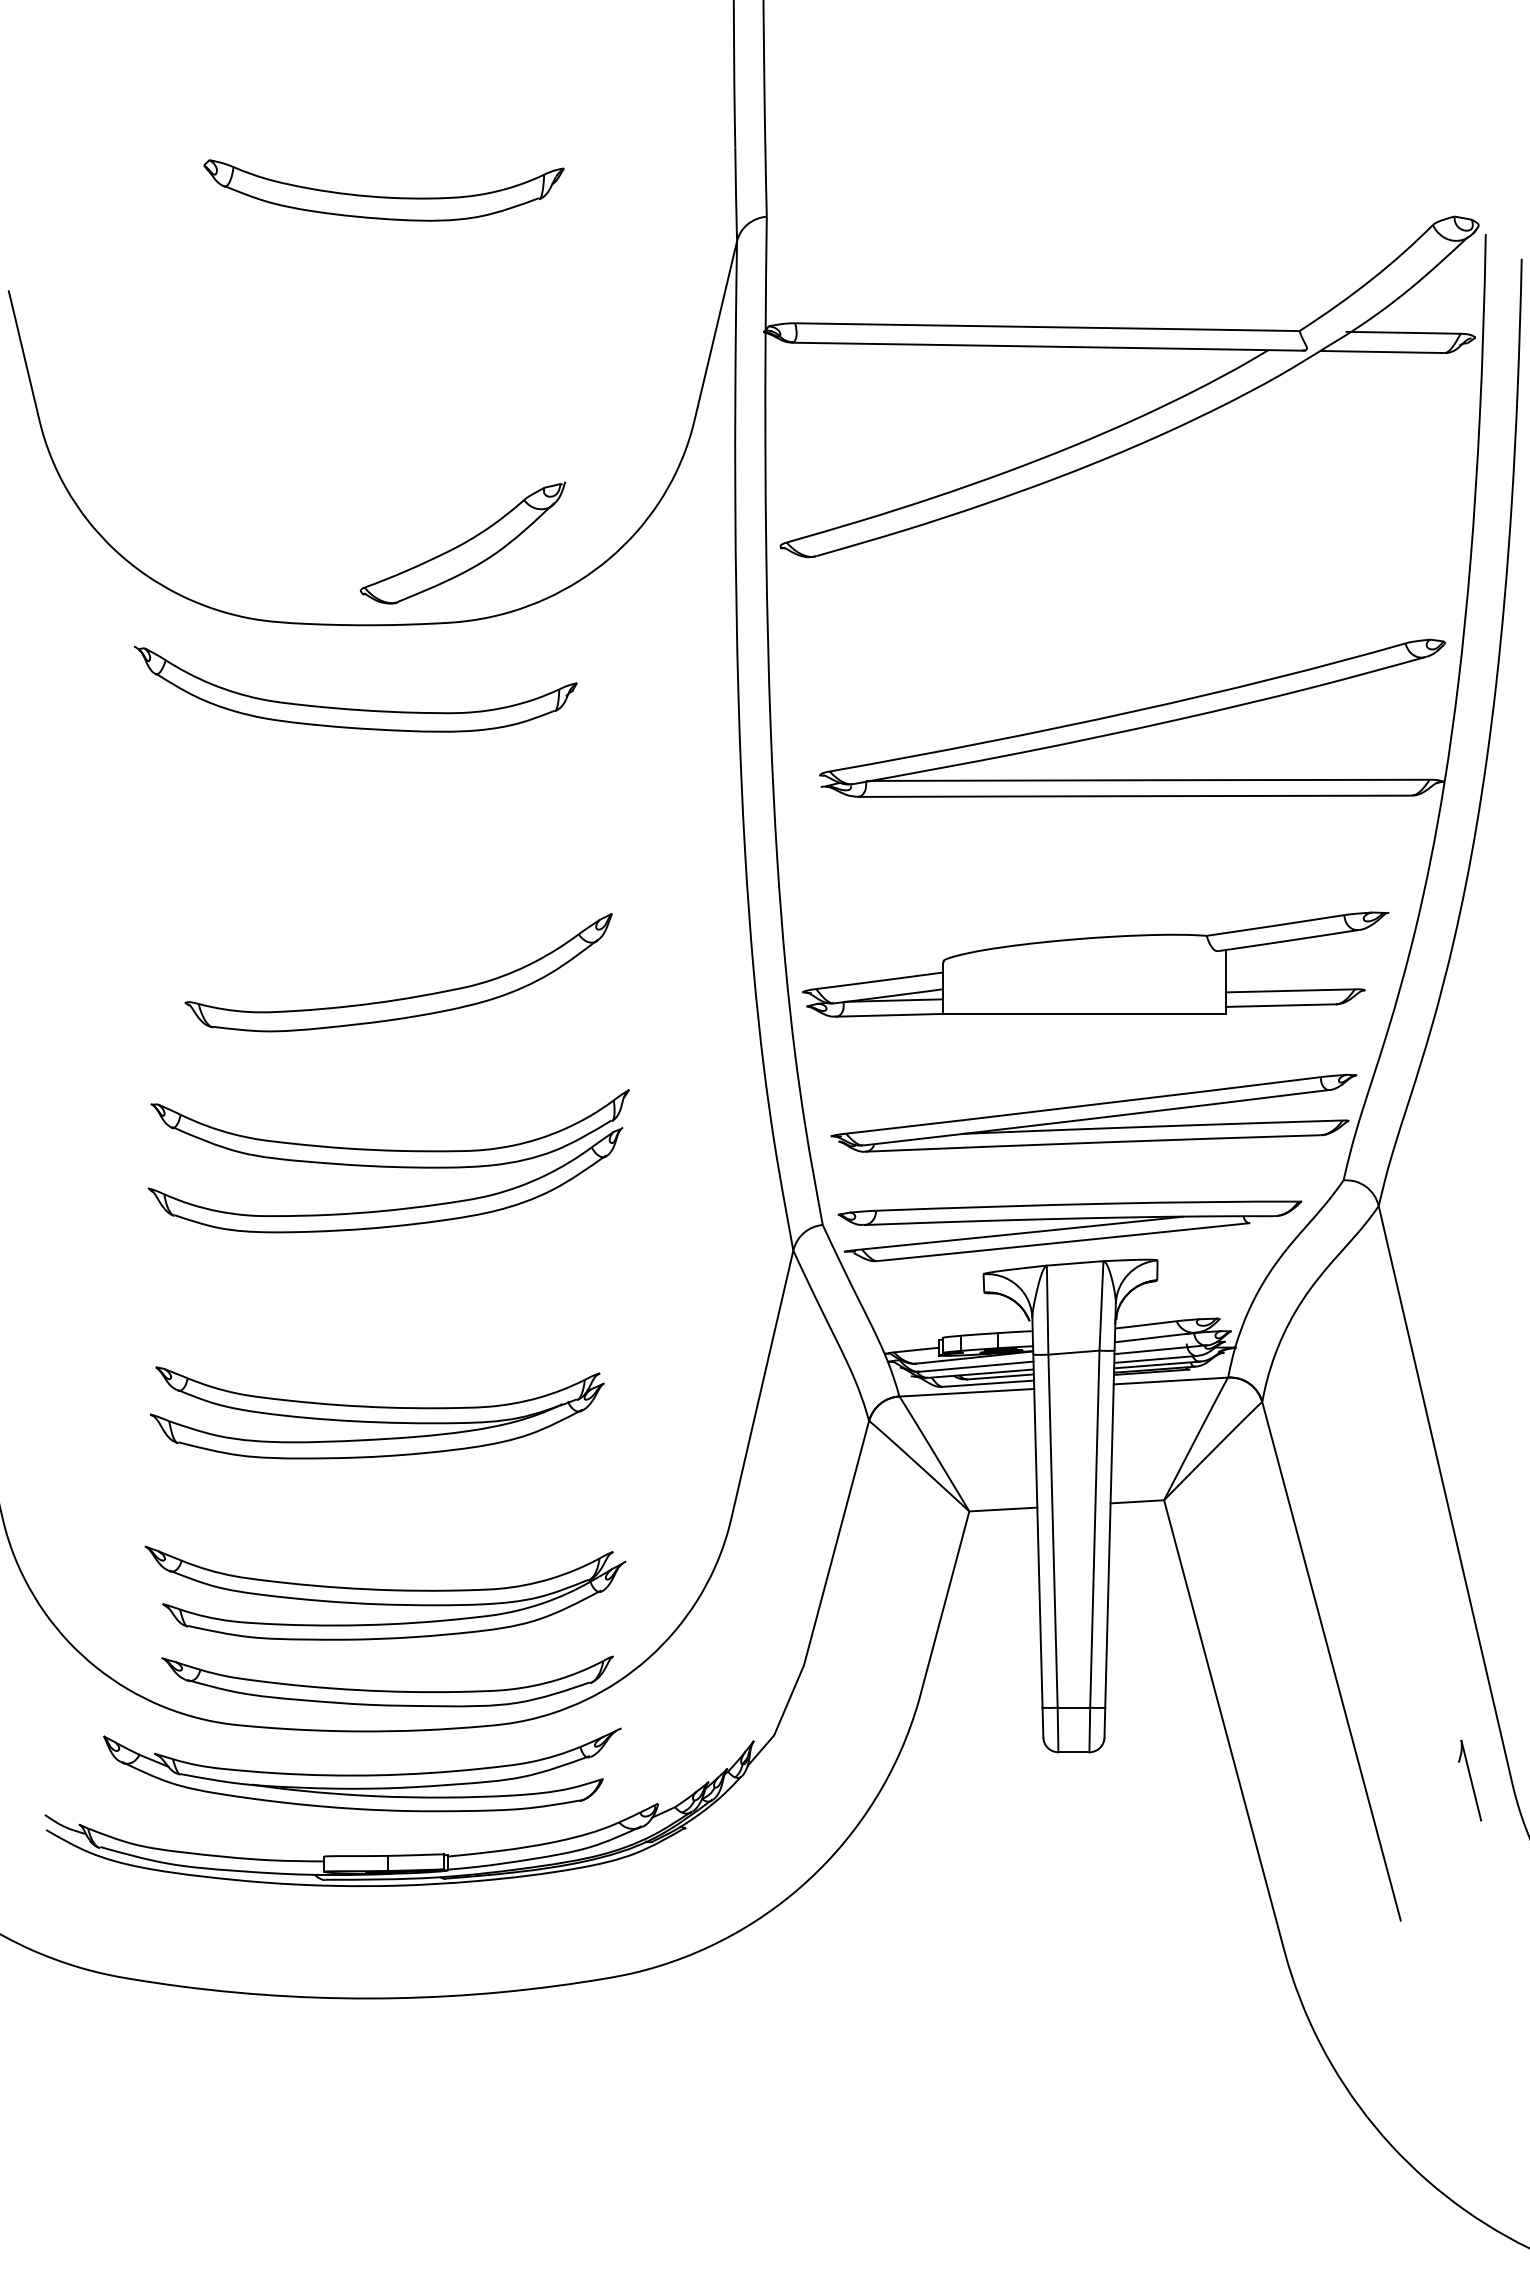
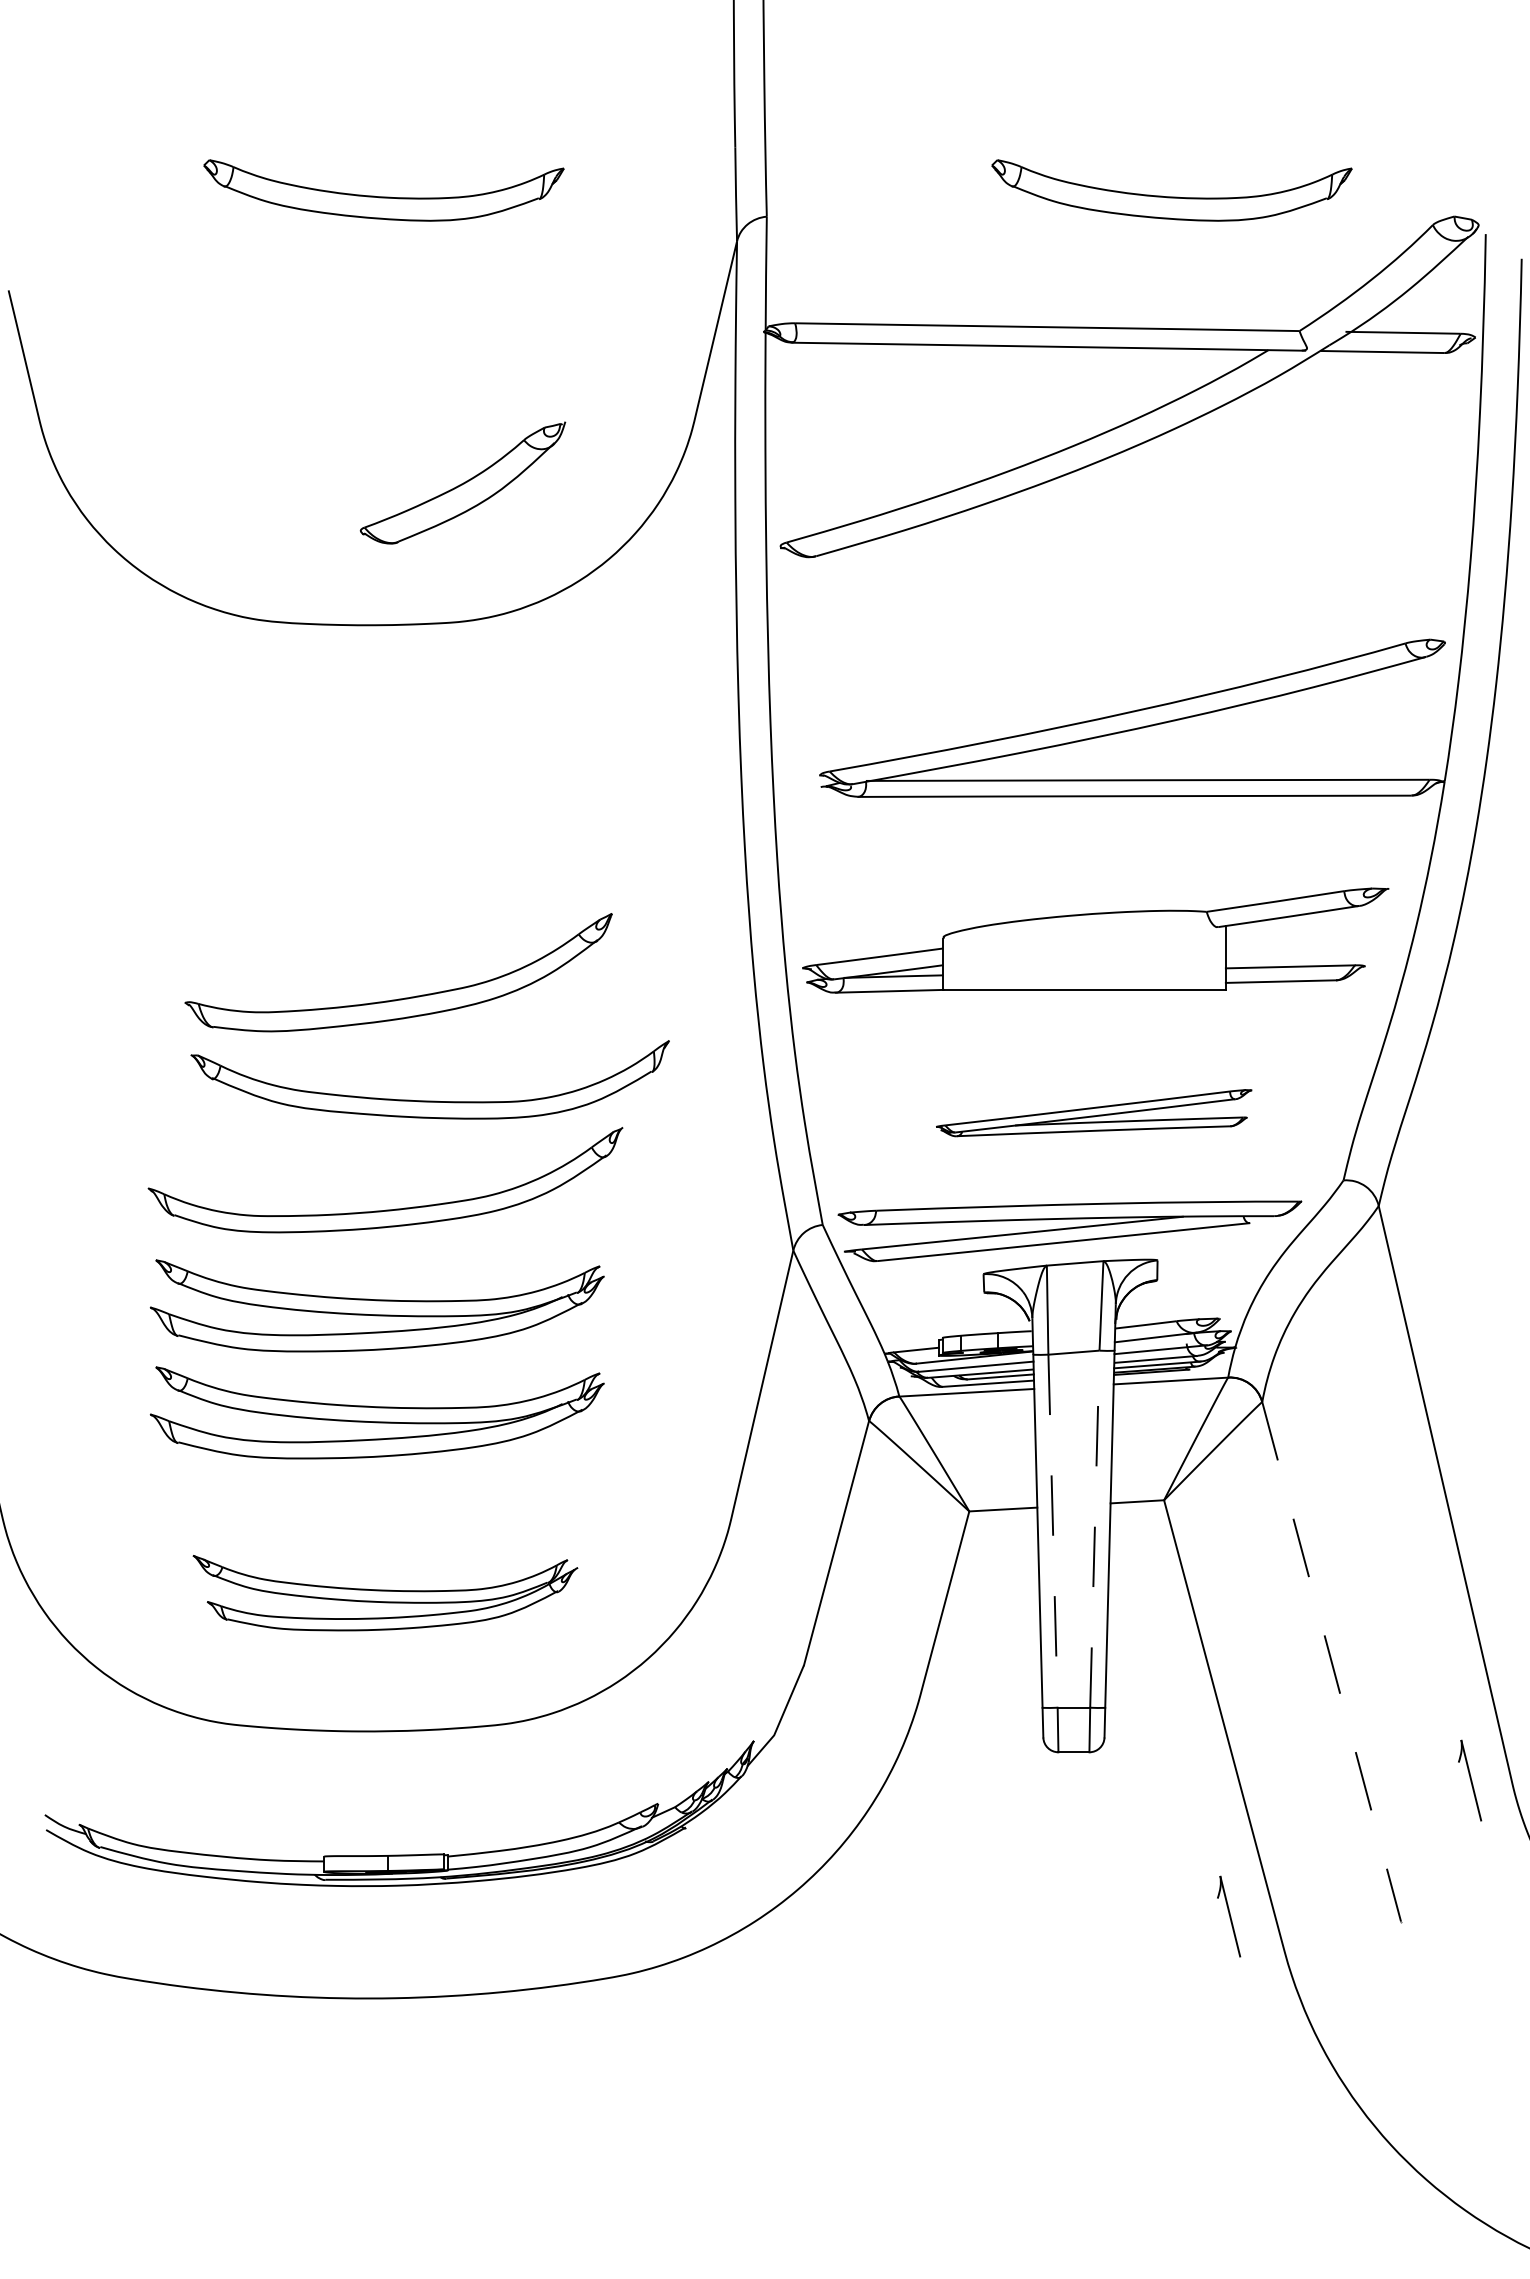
part at (1171, 190): none -> present
part at (462, 542) position: (462, 542) -> (462, 482)
part at (355, 708): present -> none
part at (1095, 964) position: (1095, 964) -> (1095, 940)
part at (1093, 1112) size: 528x80 px -> 317x49 px
part at (389, 1149) position: (389, 1149) -> (429, 1100)
part at (376, 1305): none -> present
line at (1094, 1529): solid -> dashed
line at (1053, 1531): solid -> dashed
part at (385, 1592) size: 483x96 px -> 387x77 px
line at (1331, 1662): solid -> dashed
part at (387, 1690): present -> none
part at (362, 1769): present -> none
part at (1229, 1916): none -> present
